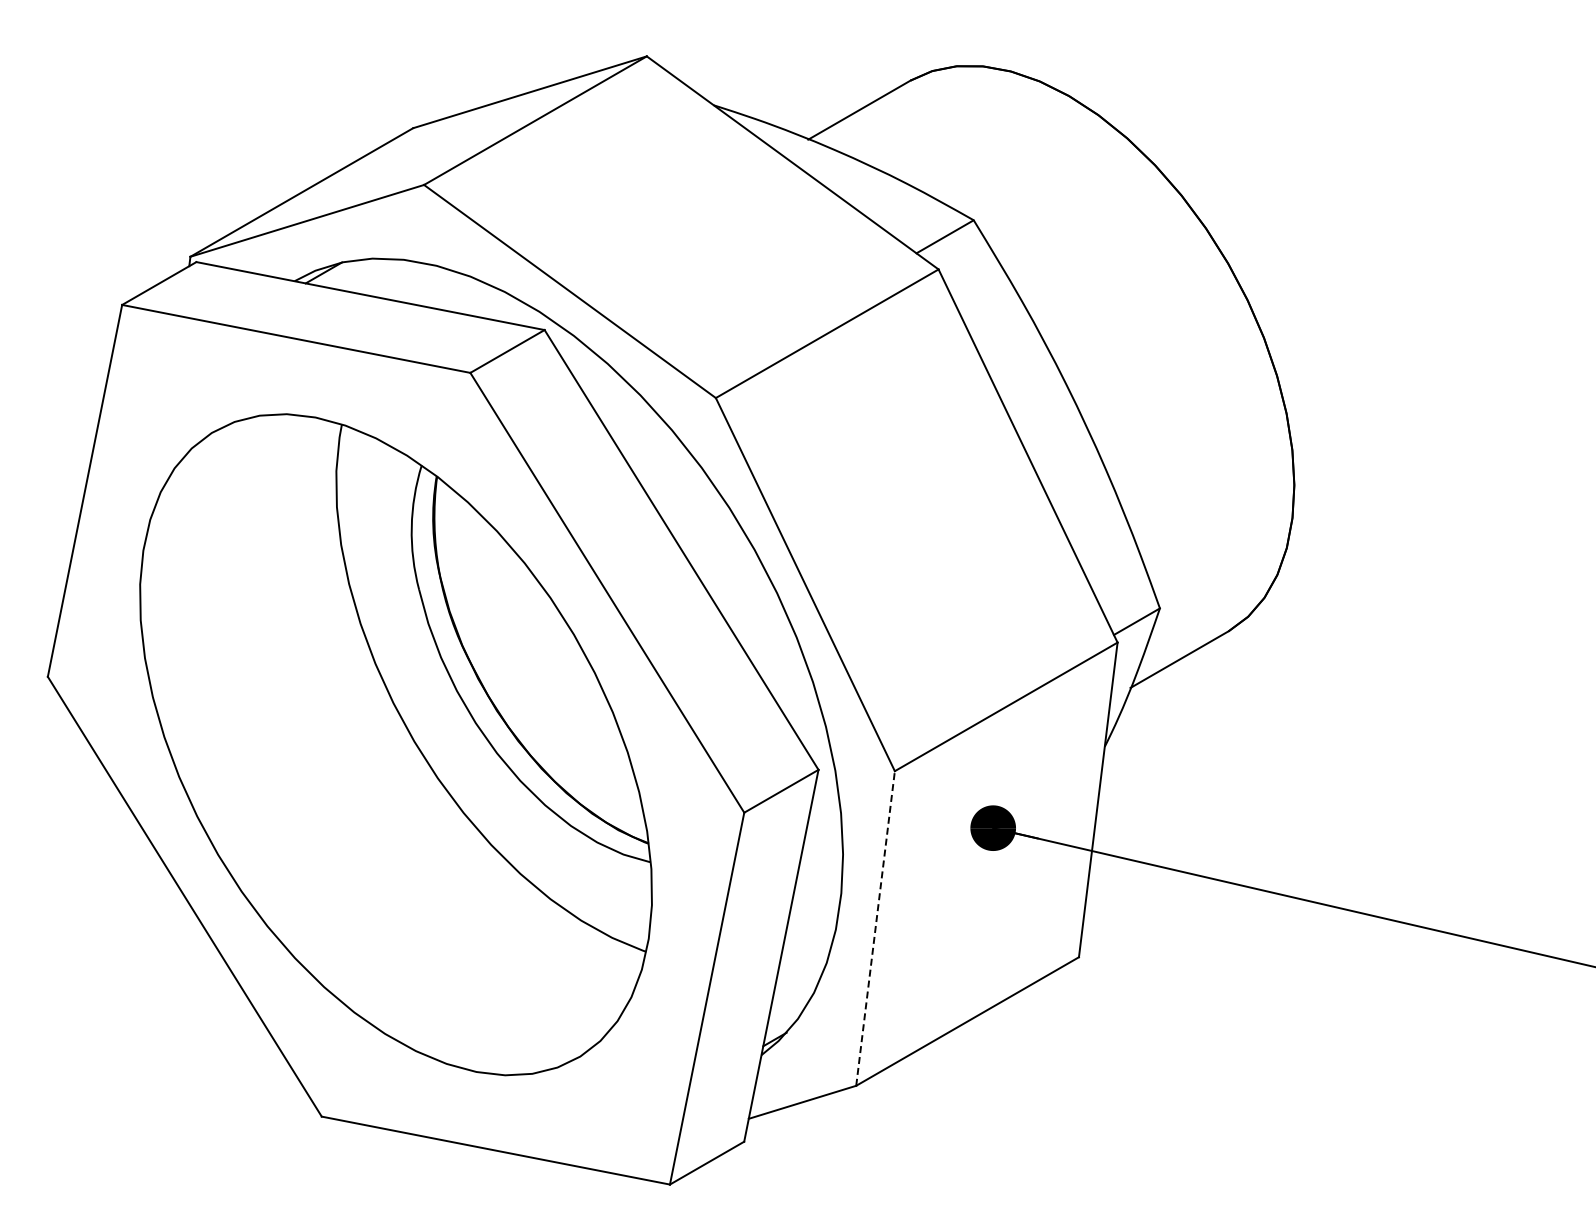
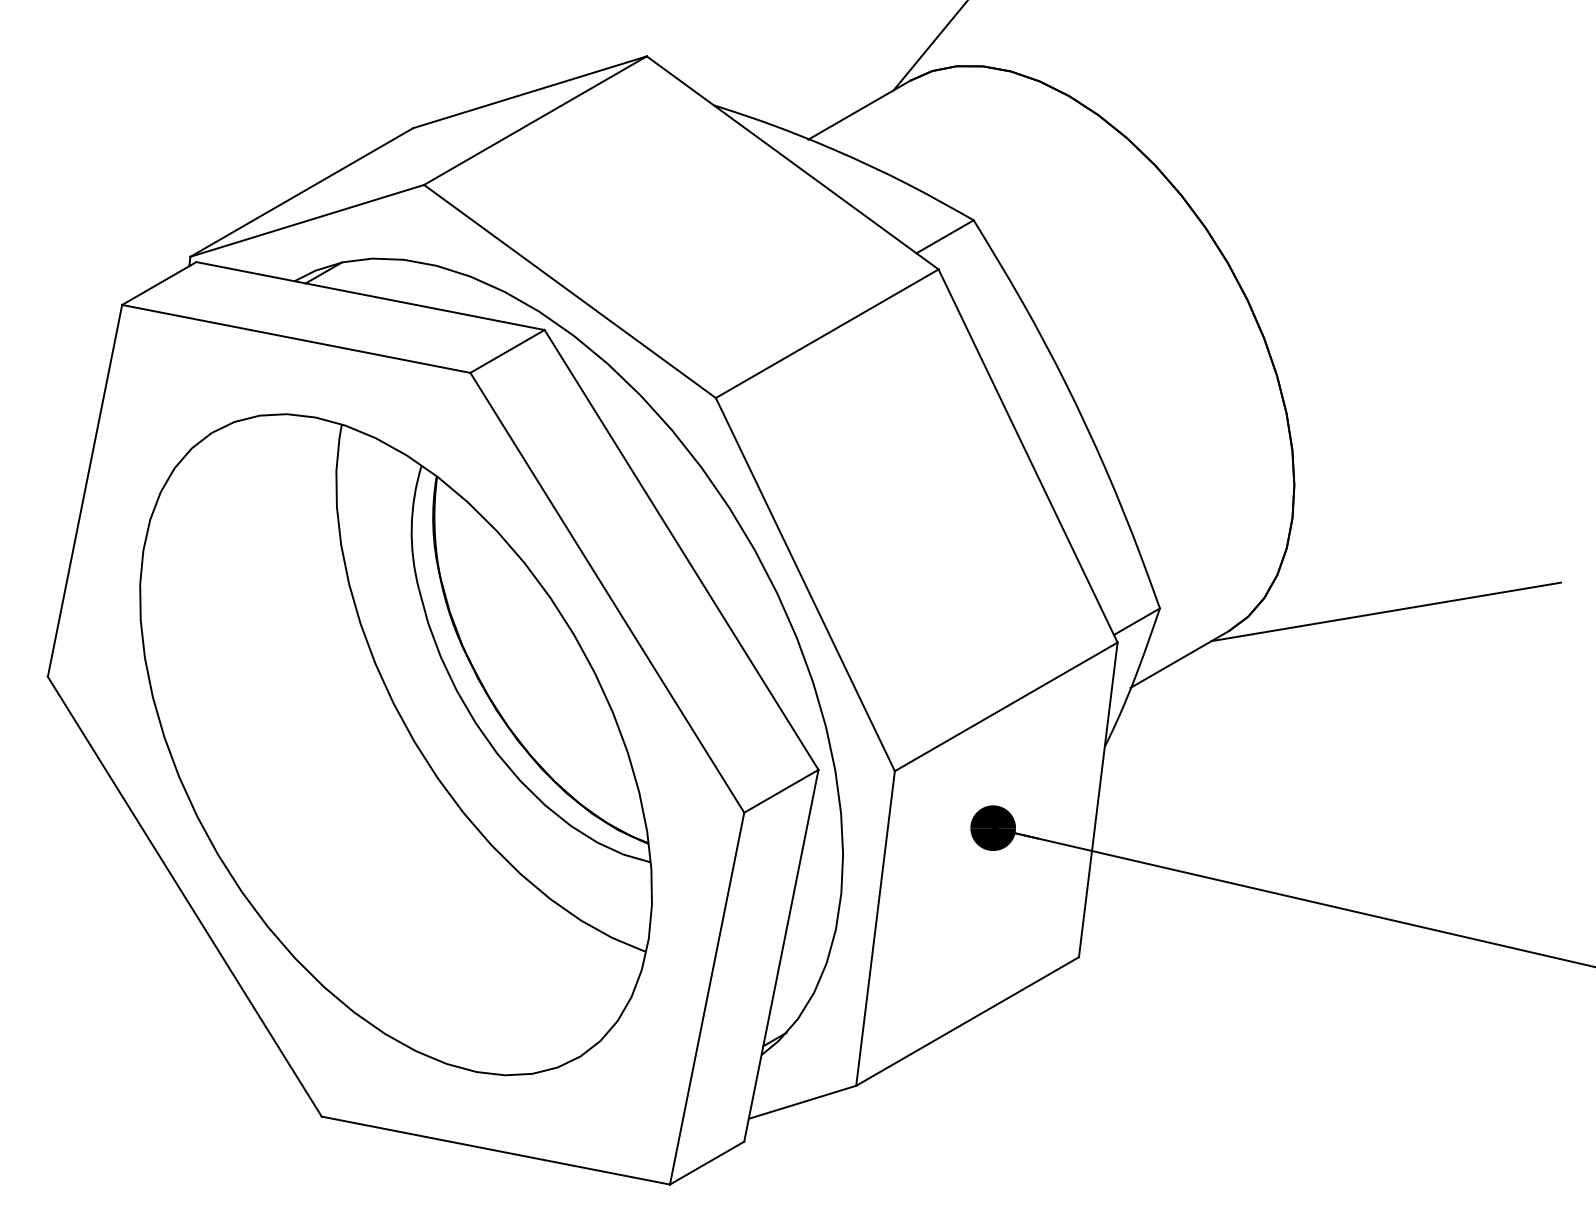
line at (929, 46): none -> present
line at (1386, 611): none -> present
line at (875, 927): dashed -> solid
